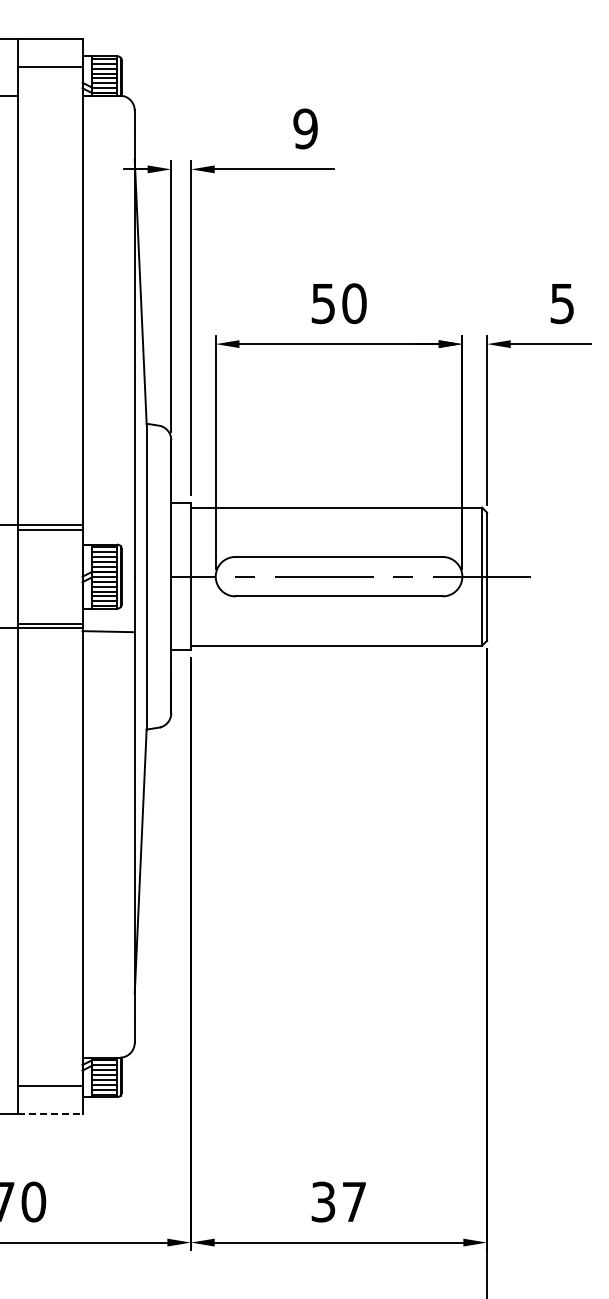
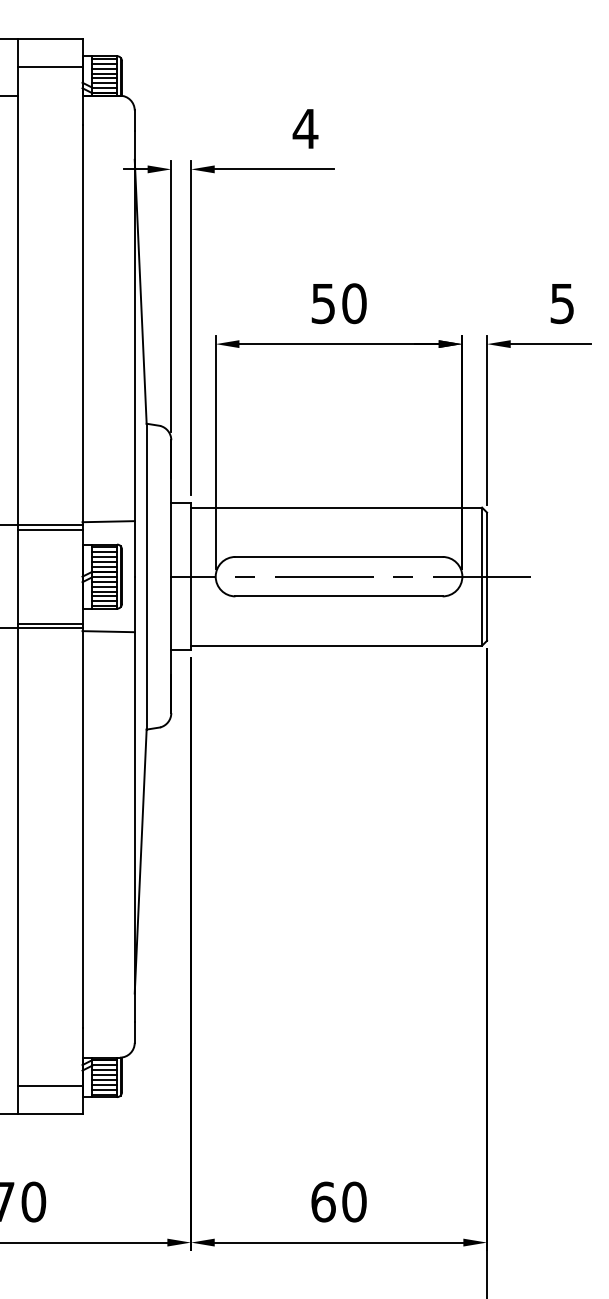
text at (305, 128): 9 -> 4
line at (108, 521): none -> present
line at (50, 1114): dashed -> solid
text at (338, 1201): 37 -> 60
